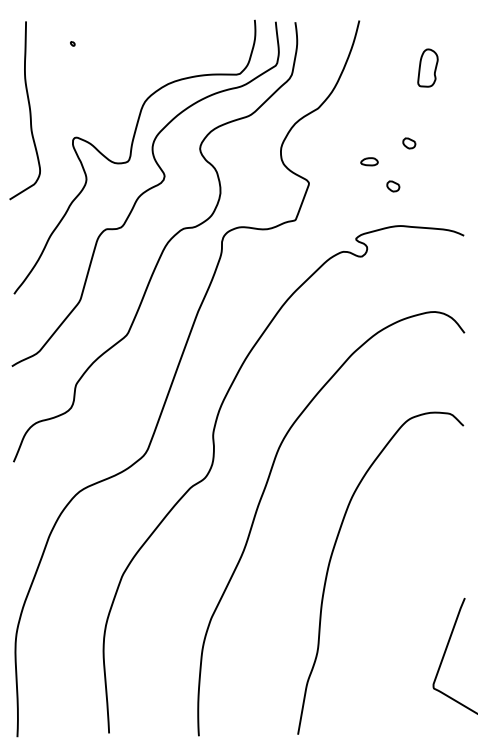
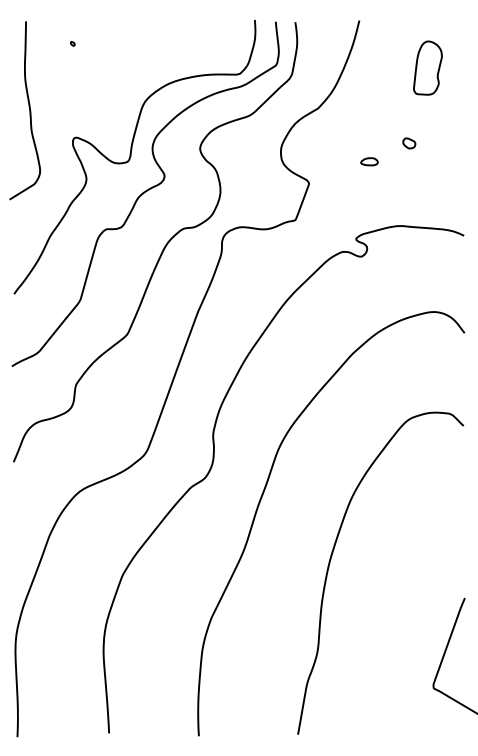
part at (427, 67) size: 22x40 px -> 30x56 px
part at (393, 186): present -> none
